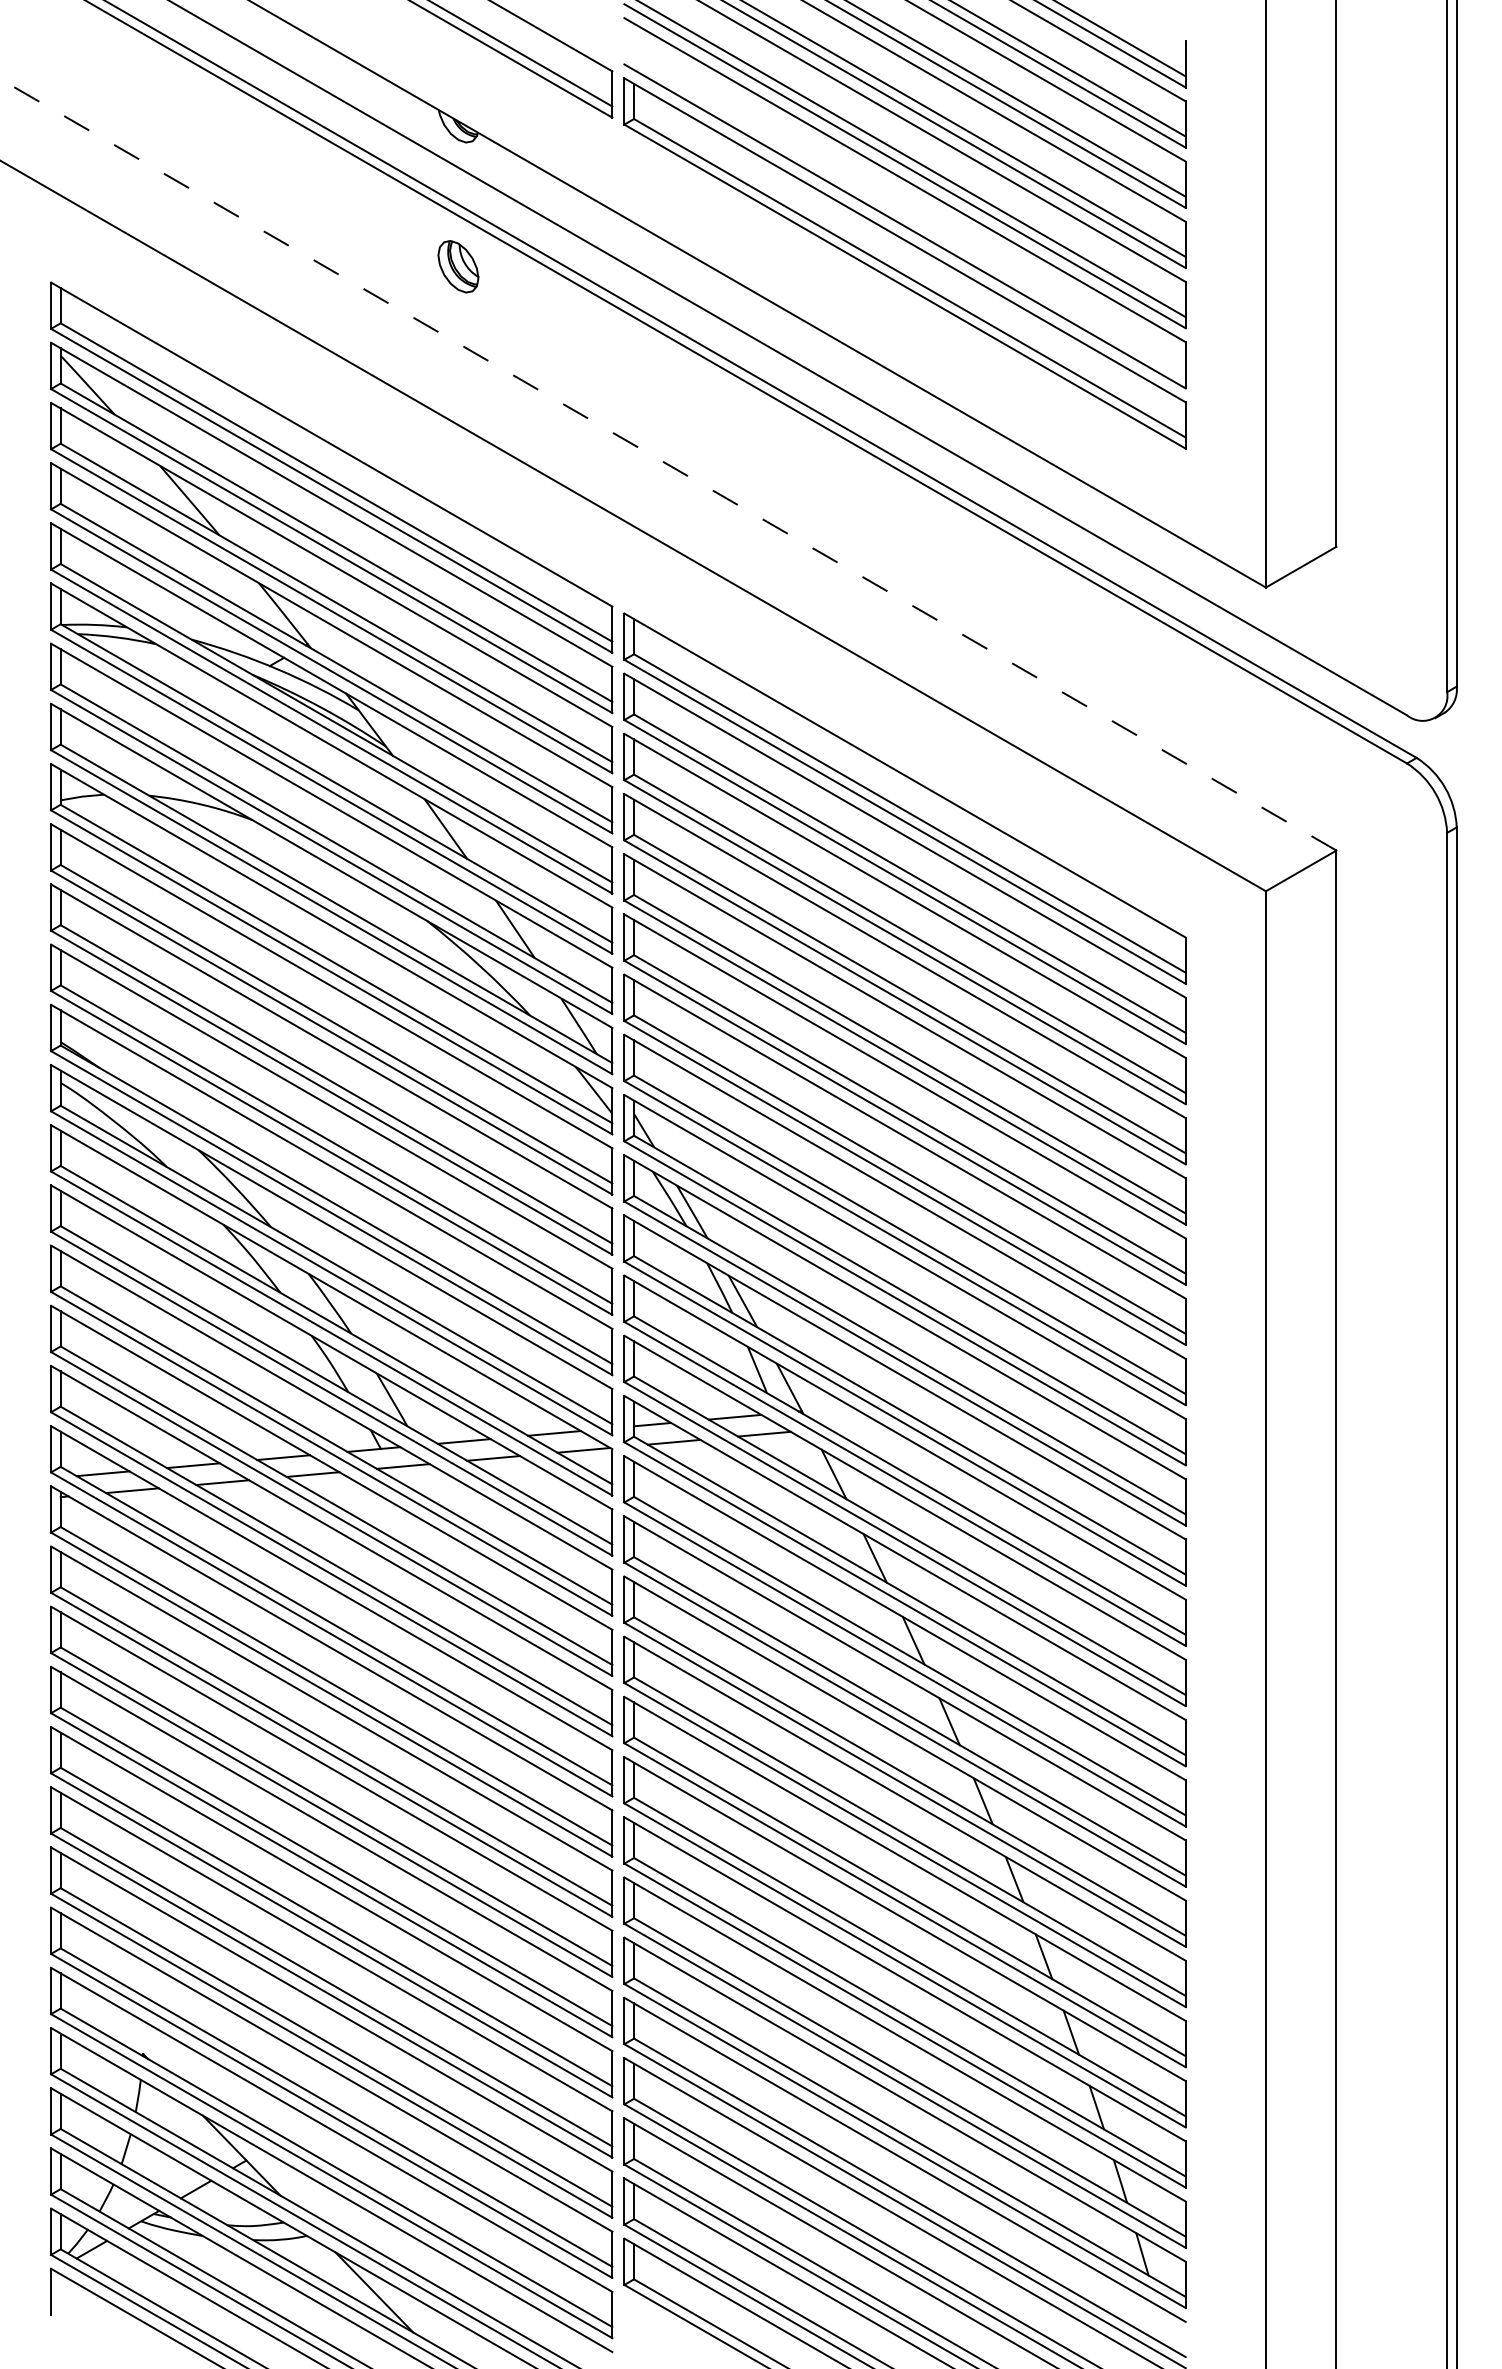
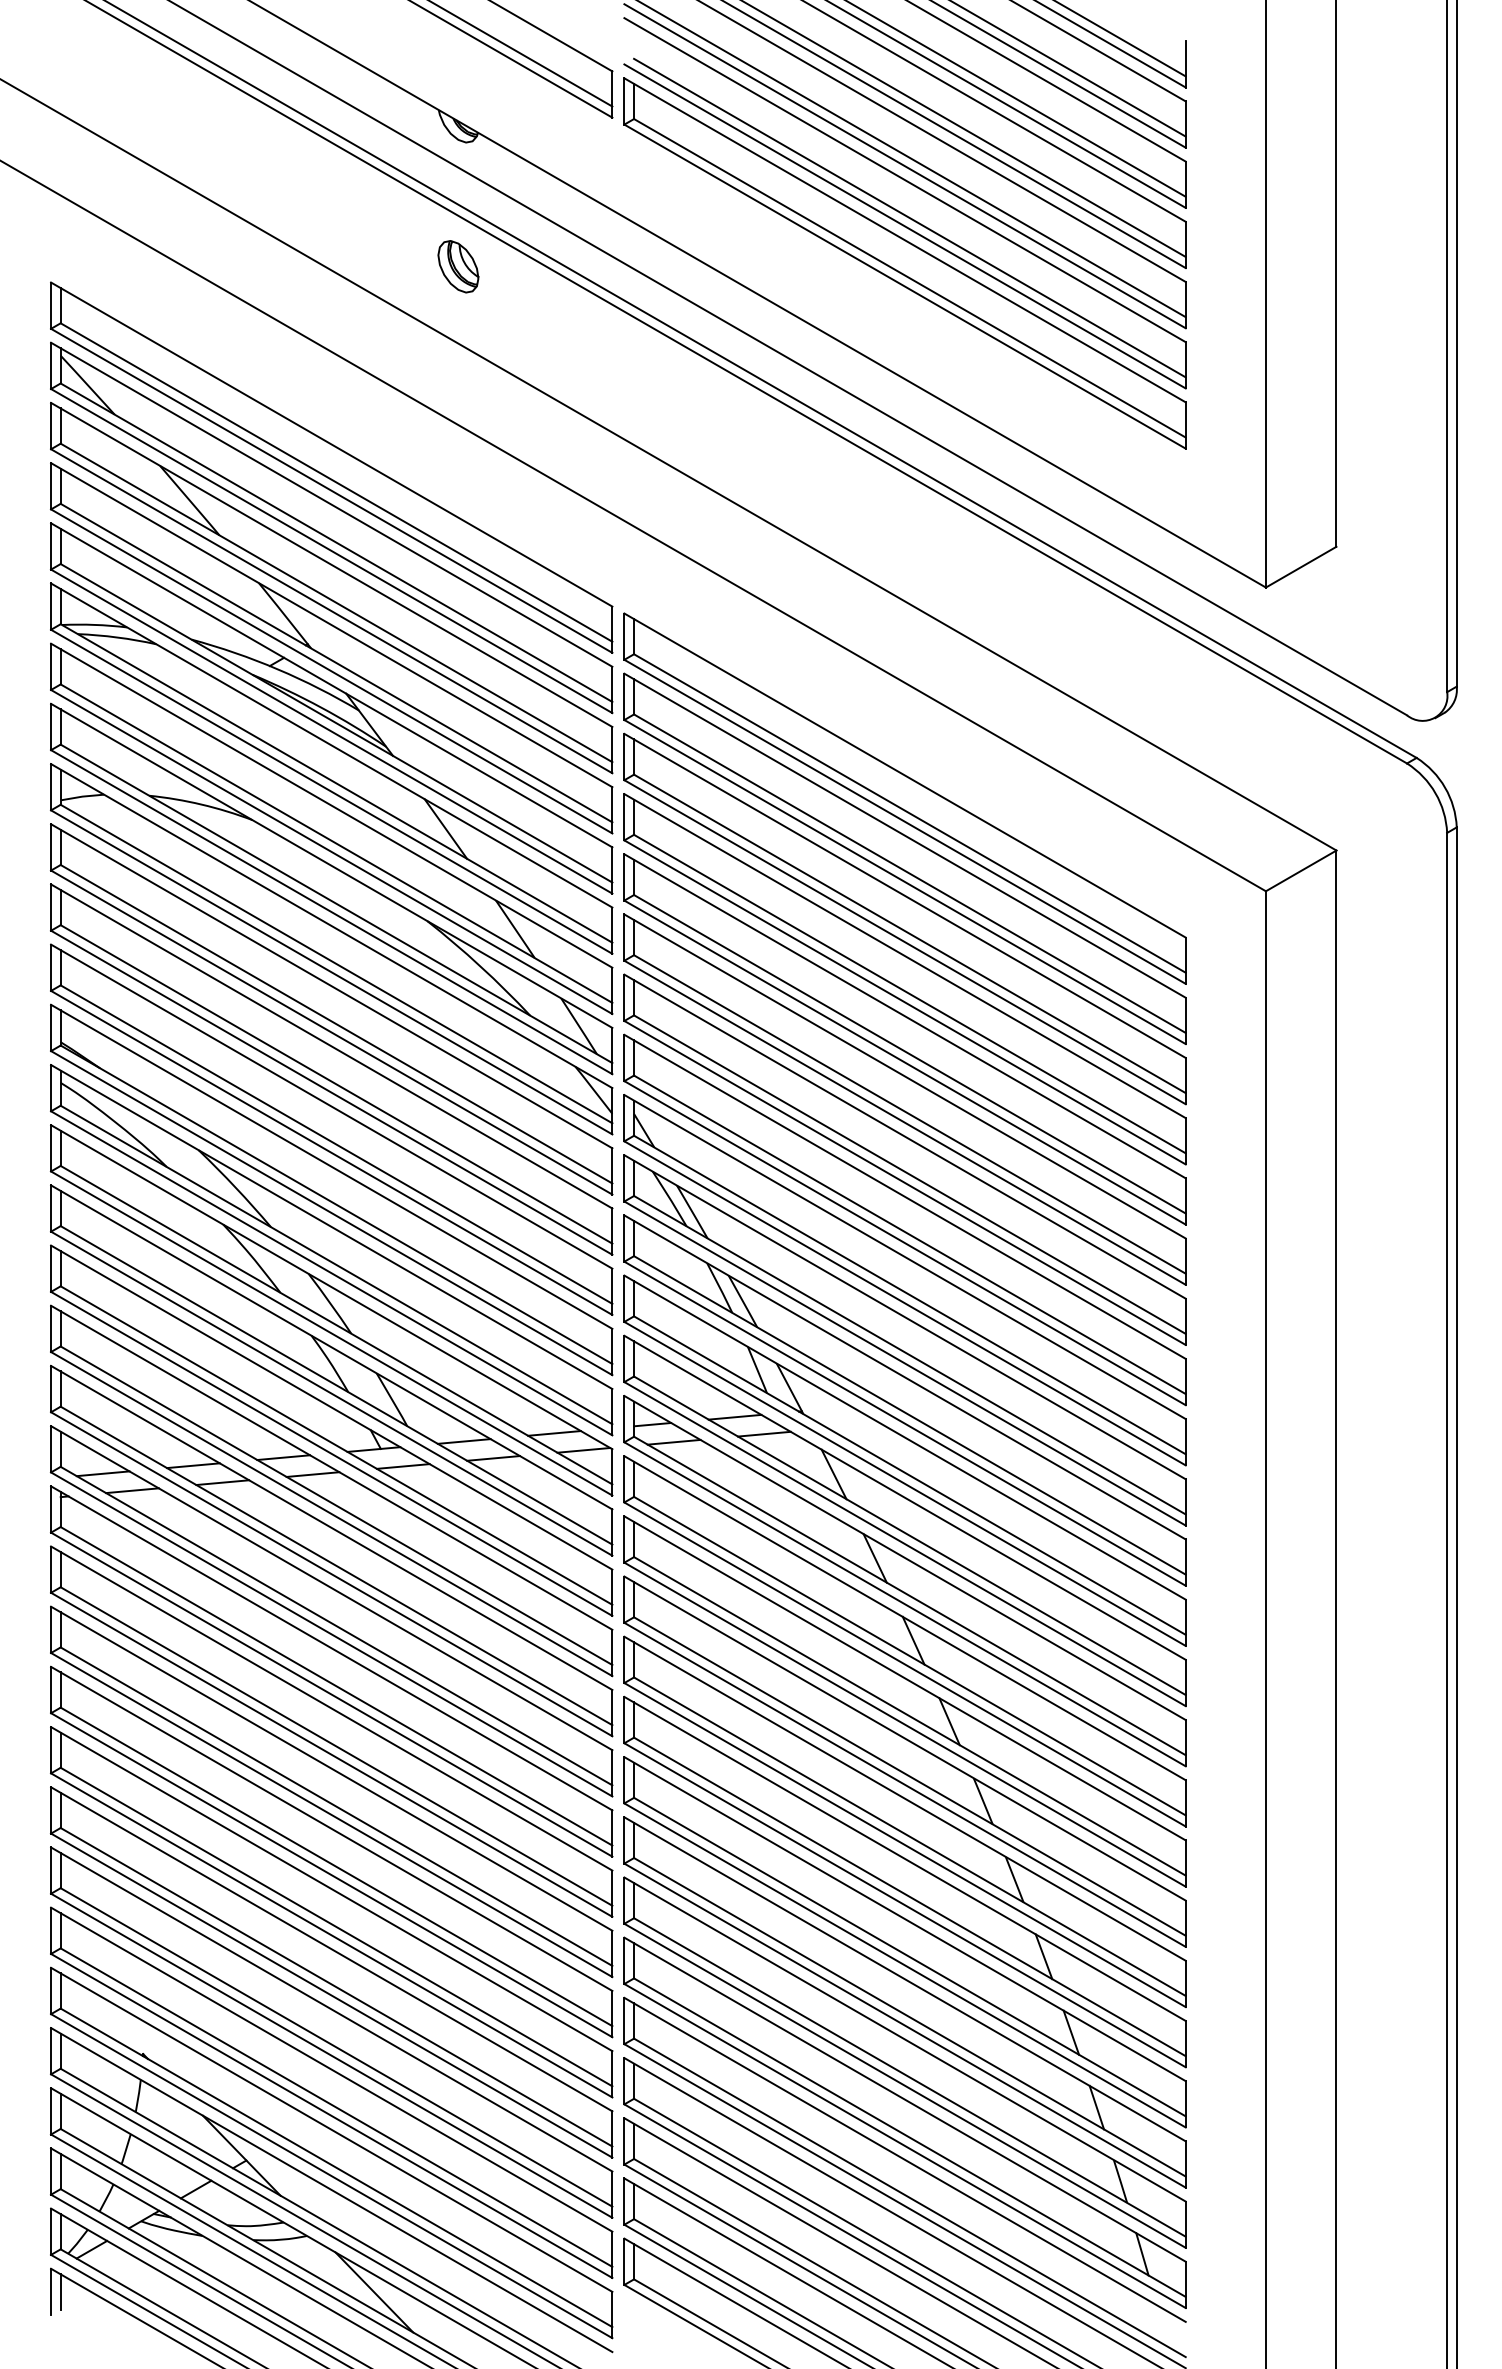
line at (909, 217): none -> present
line at (667, 464): dashed -> solid
line at (60, 2291): none -> present
